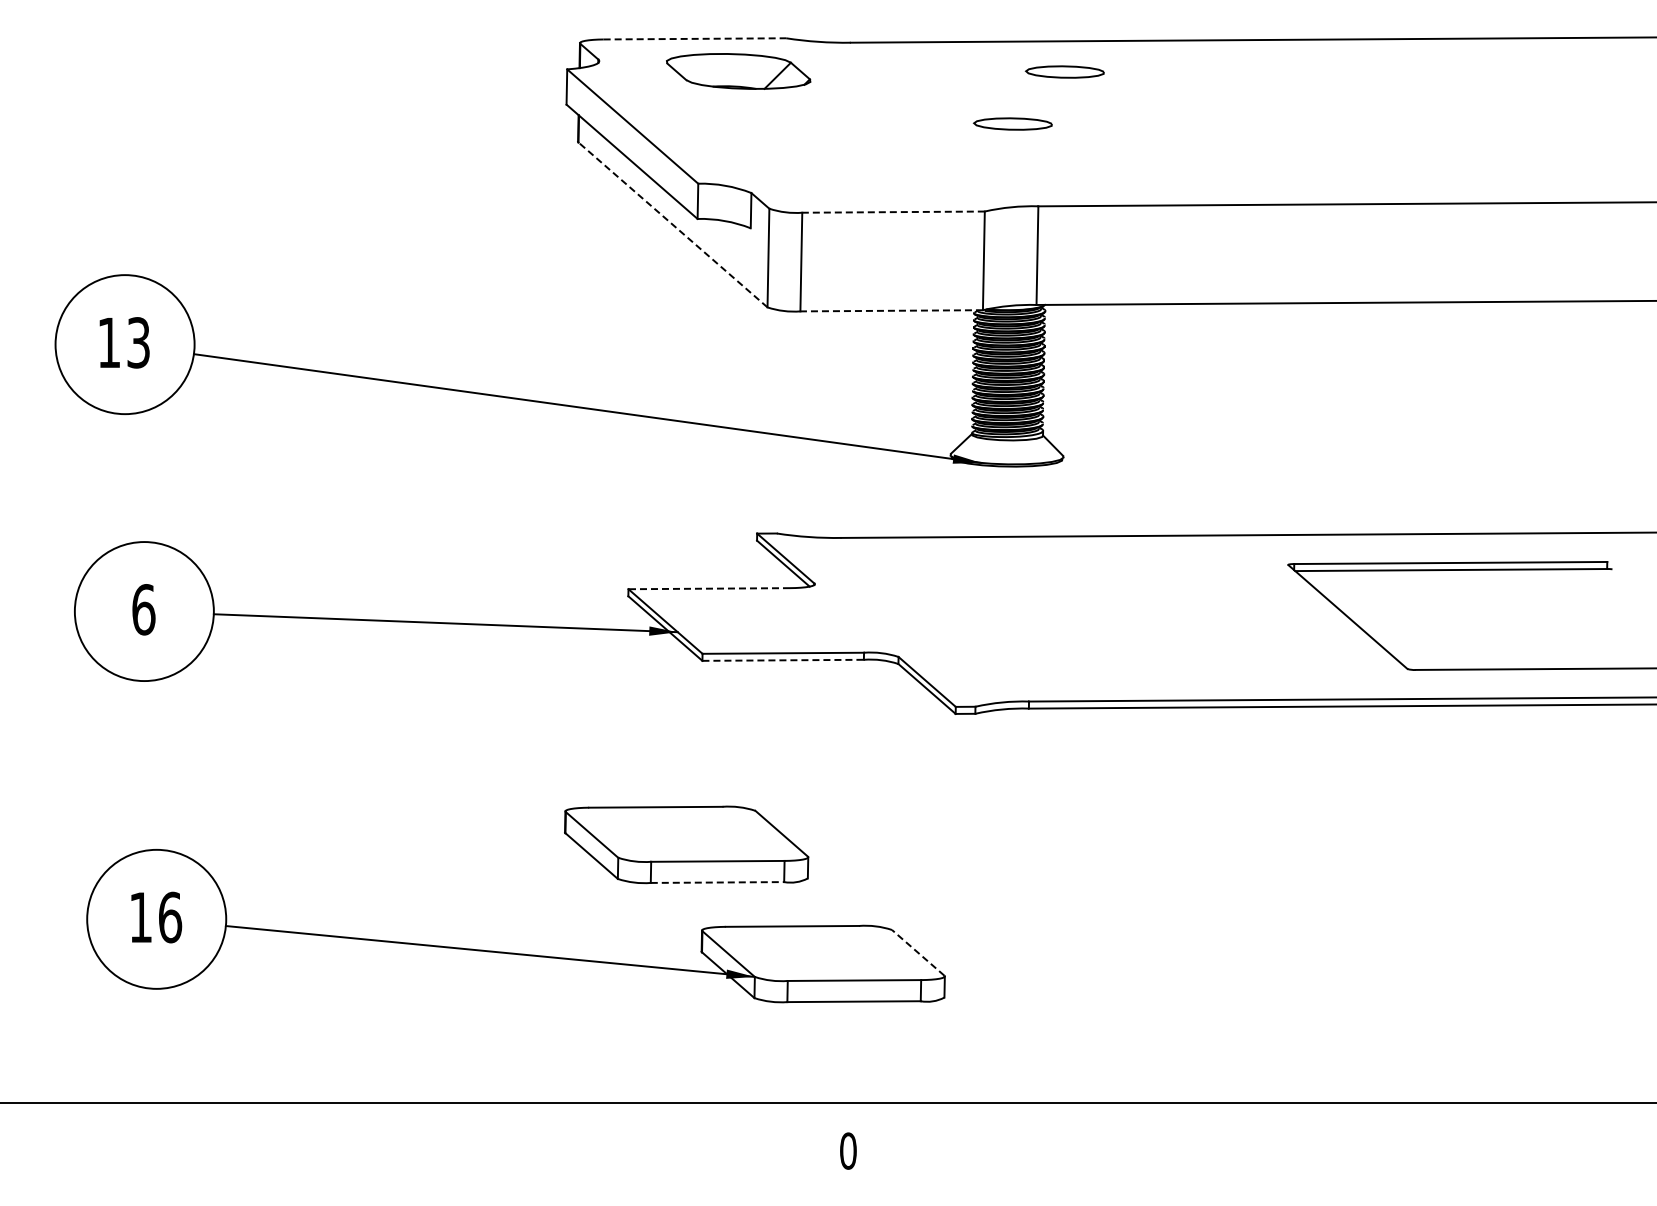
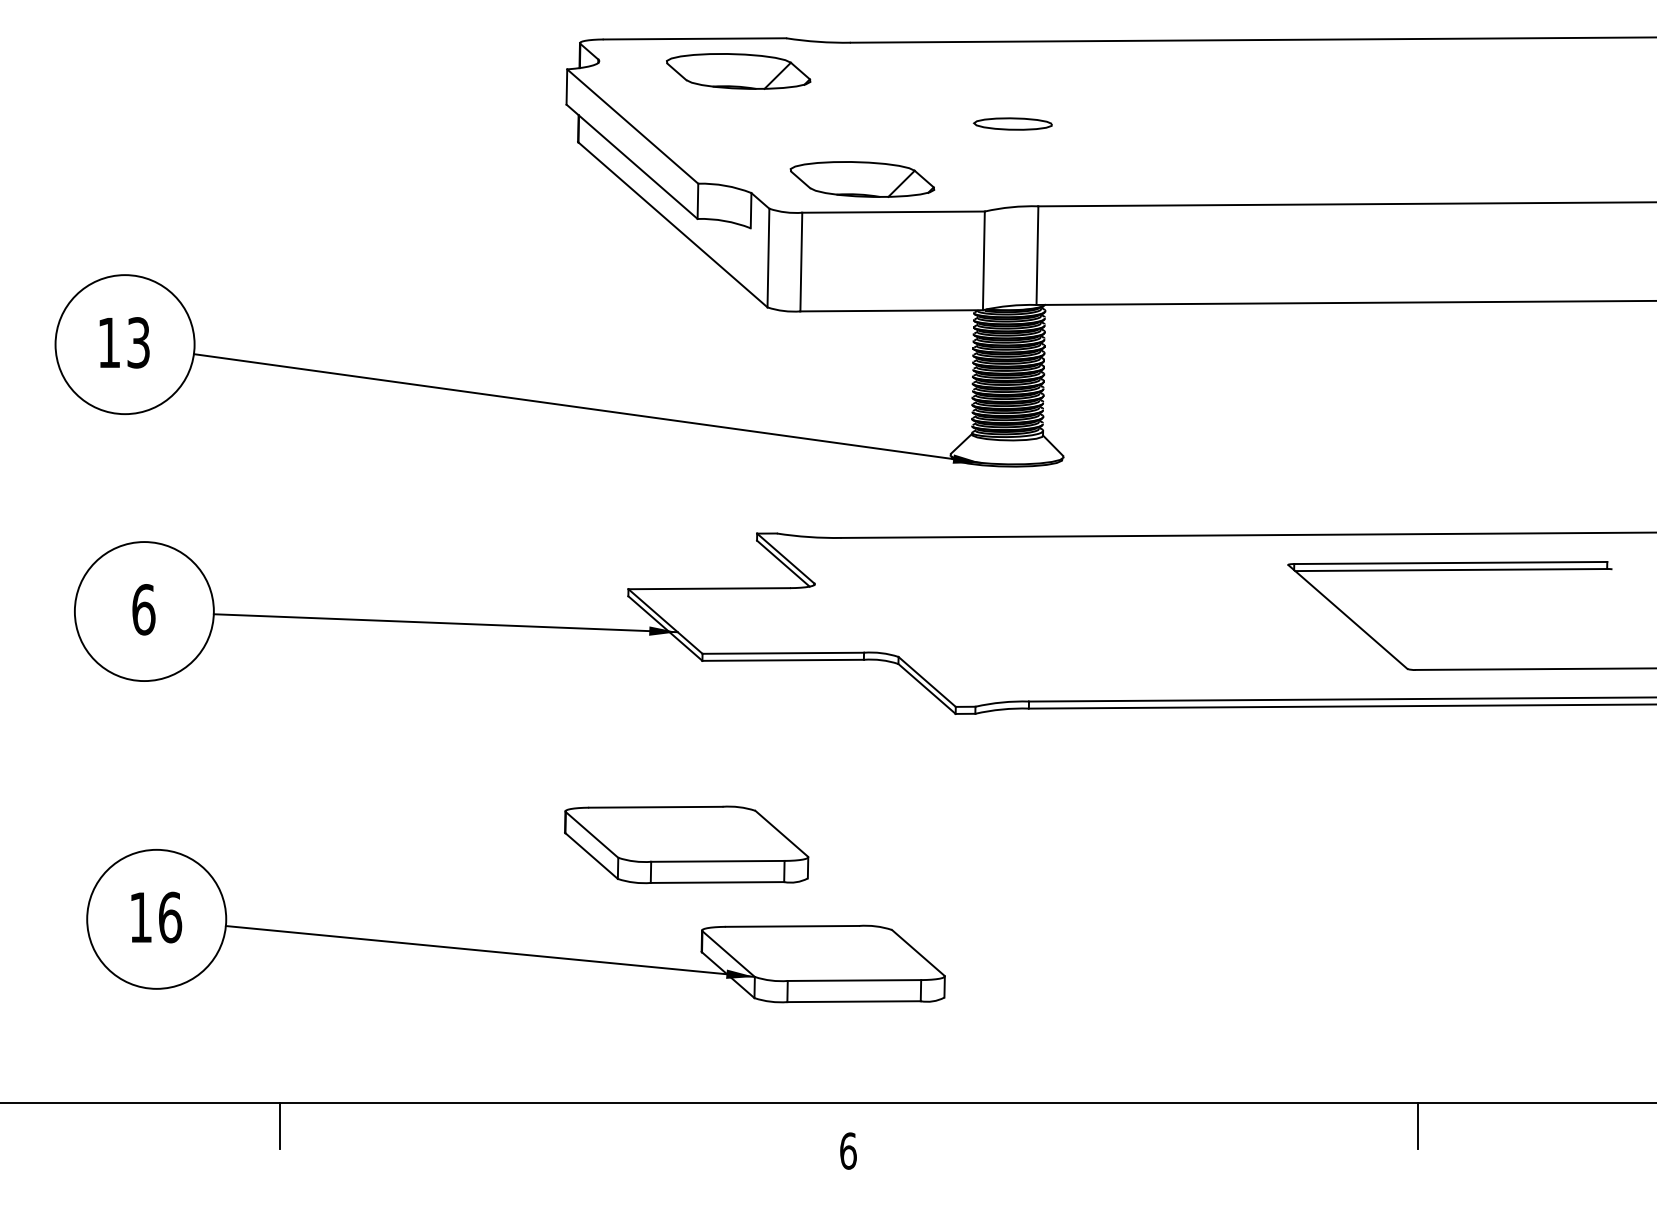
line at (695, 38): dashed -> solid
part at (1064, 71): present -> none
part at (862, 179): none -> present
line at (893, 212): dashed -> solid
line at (672, 224): dashed -> solid
line at (891, 310): dashed -> solid
line at (709, 588): dashed -> solid
line at (783, 660): dashed -> solid
line at (717, 882): dashed -> solid
line at (918, 952): dashed -> solid
line at (280, 1125): none -> present
line at (1417, 1125): none -> present
text at (848, 1150): 0 -> 6
